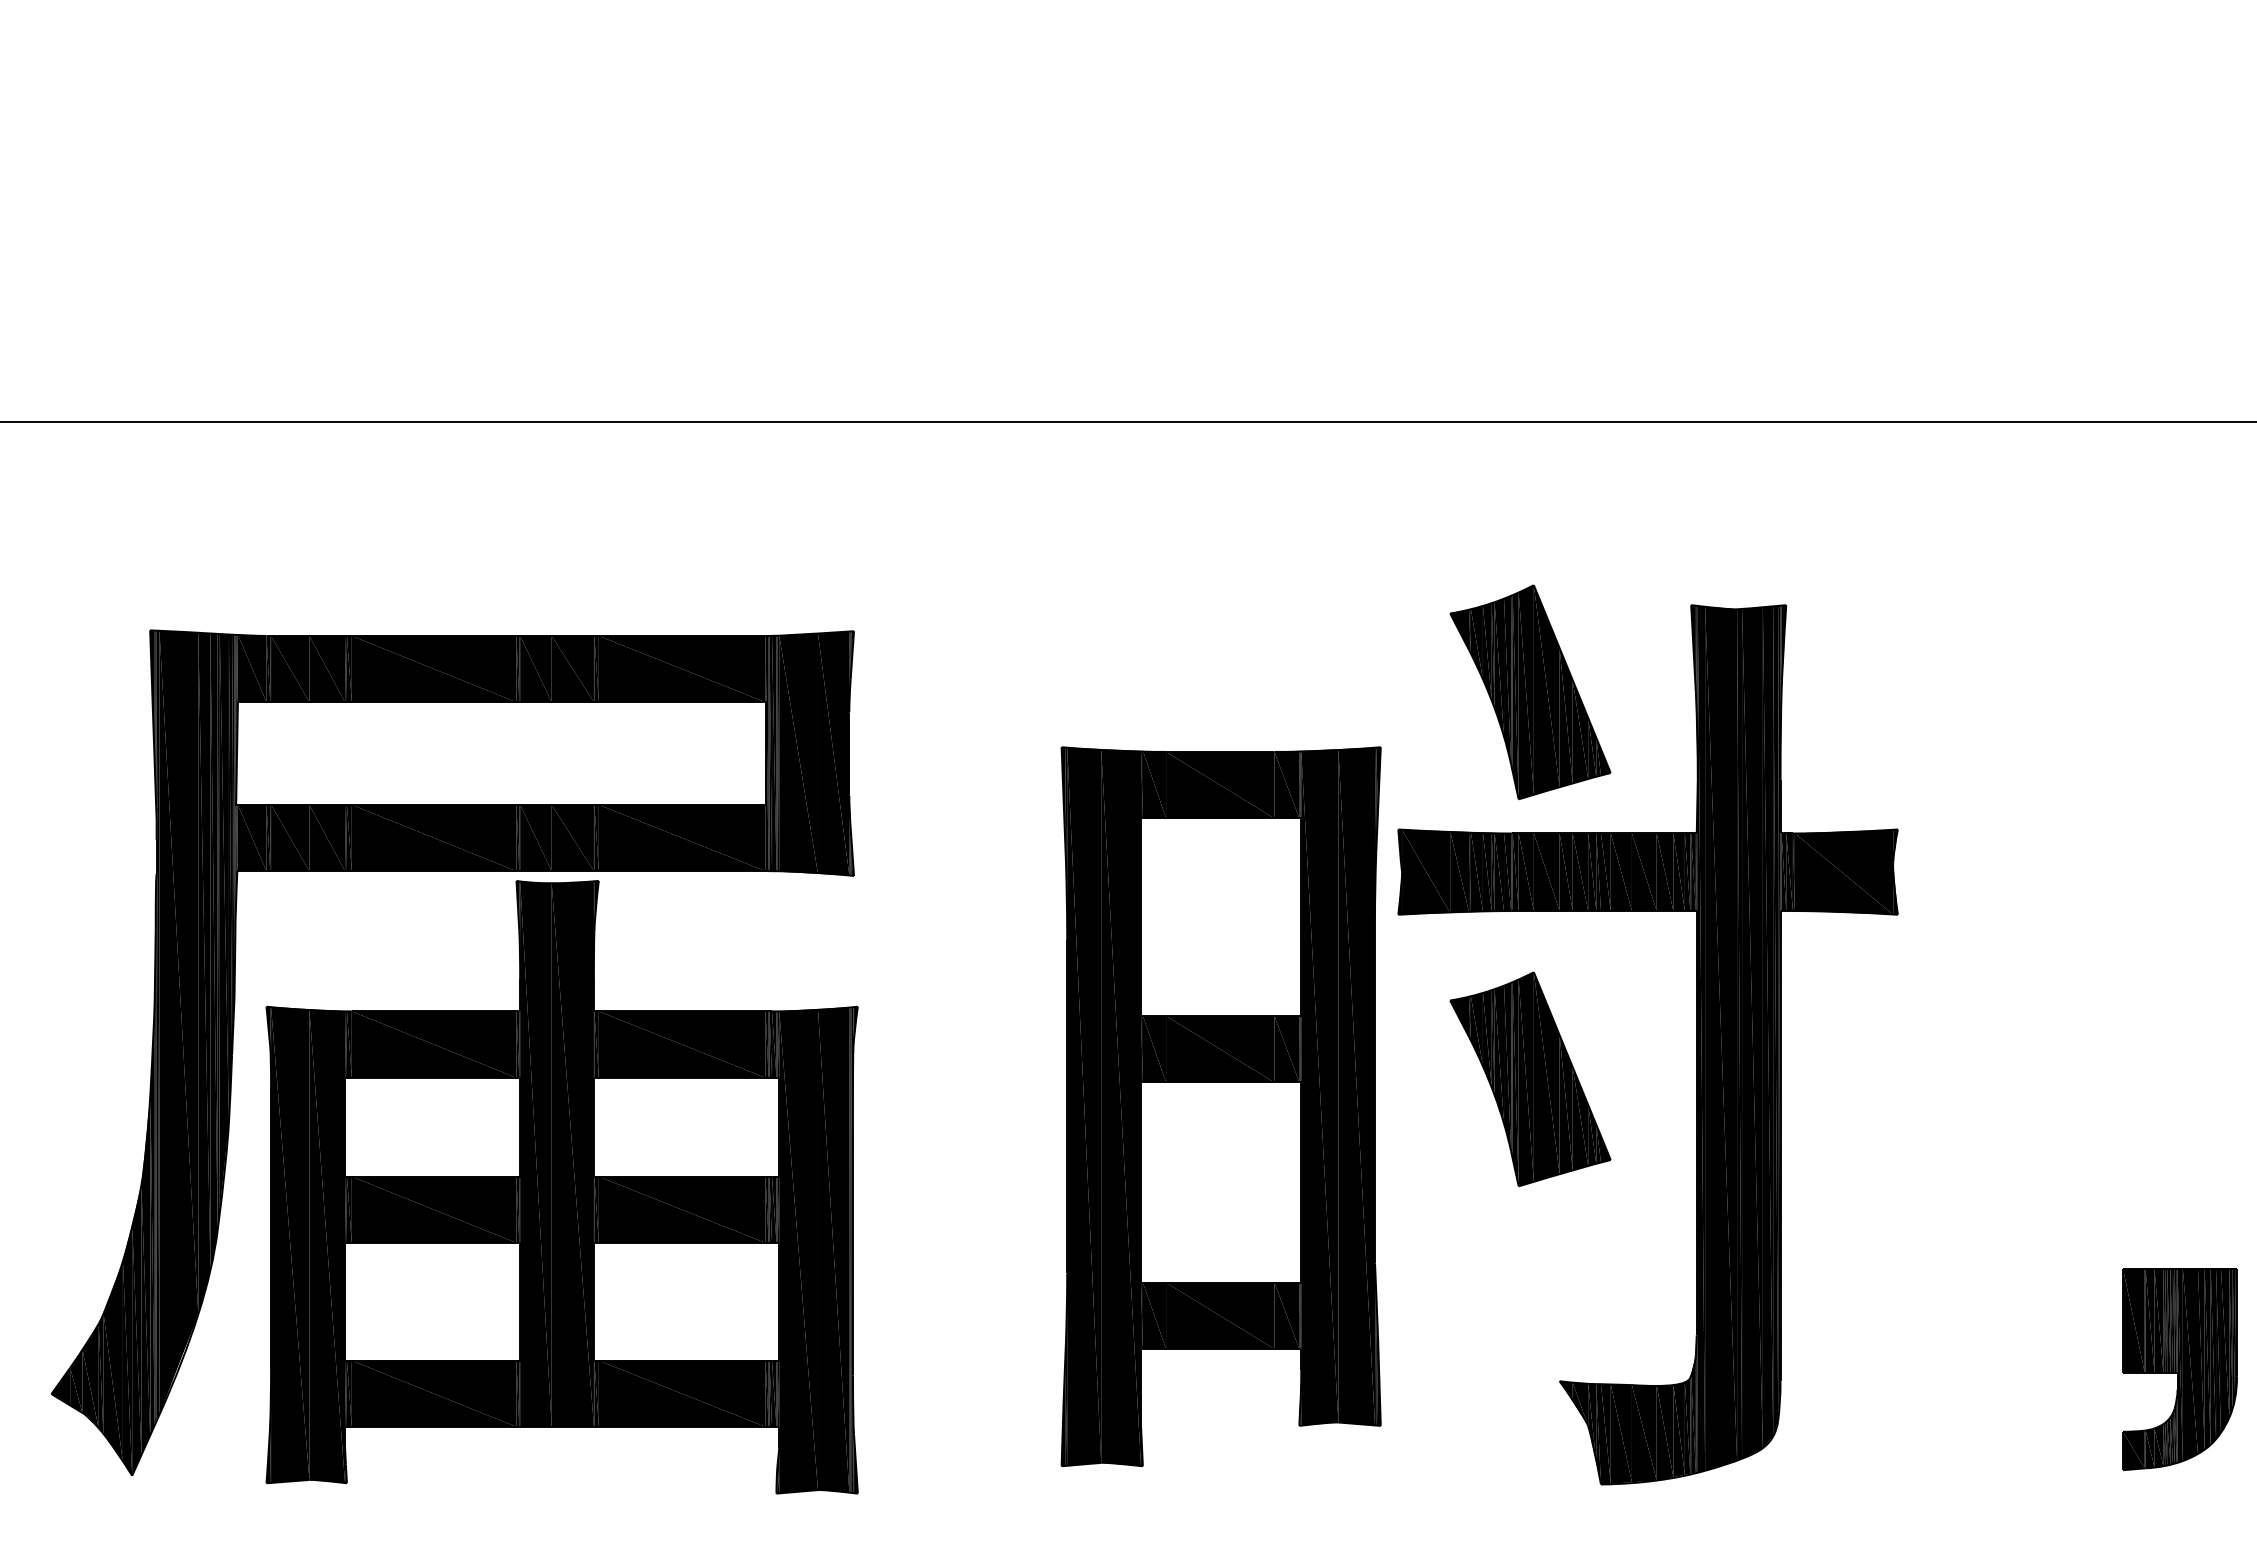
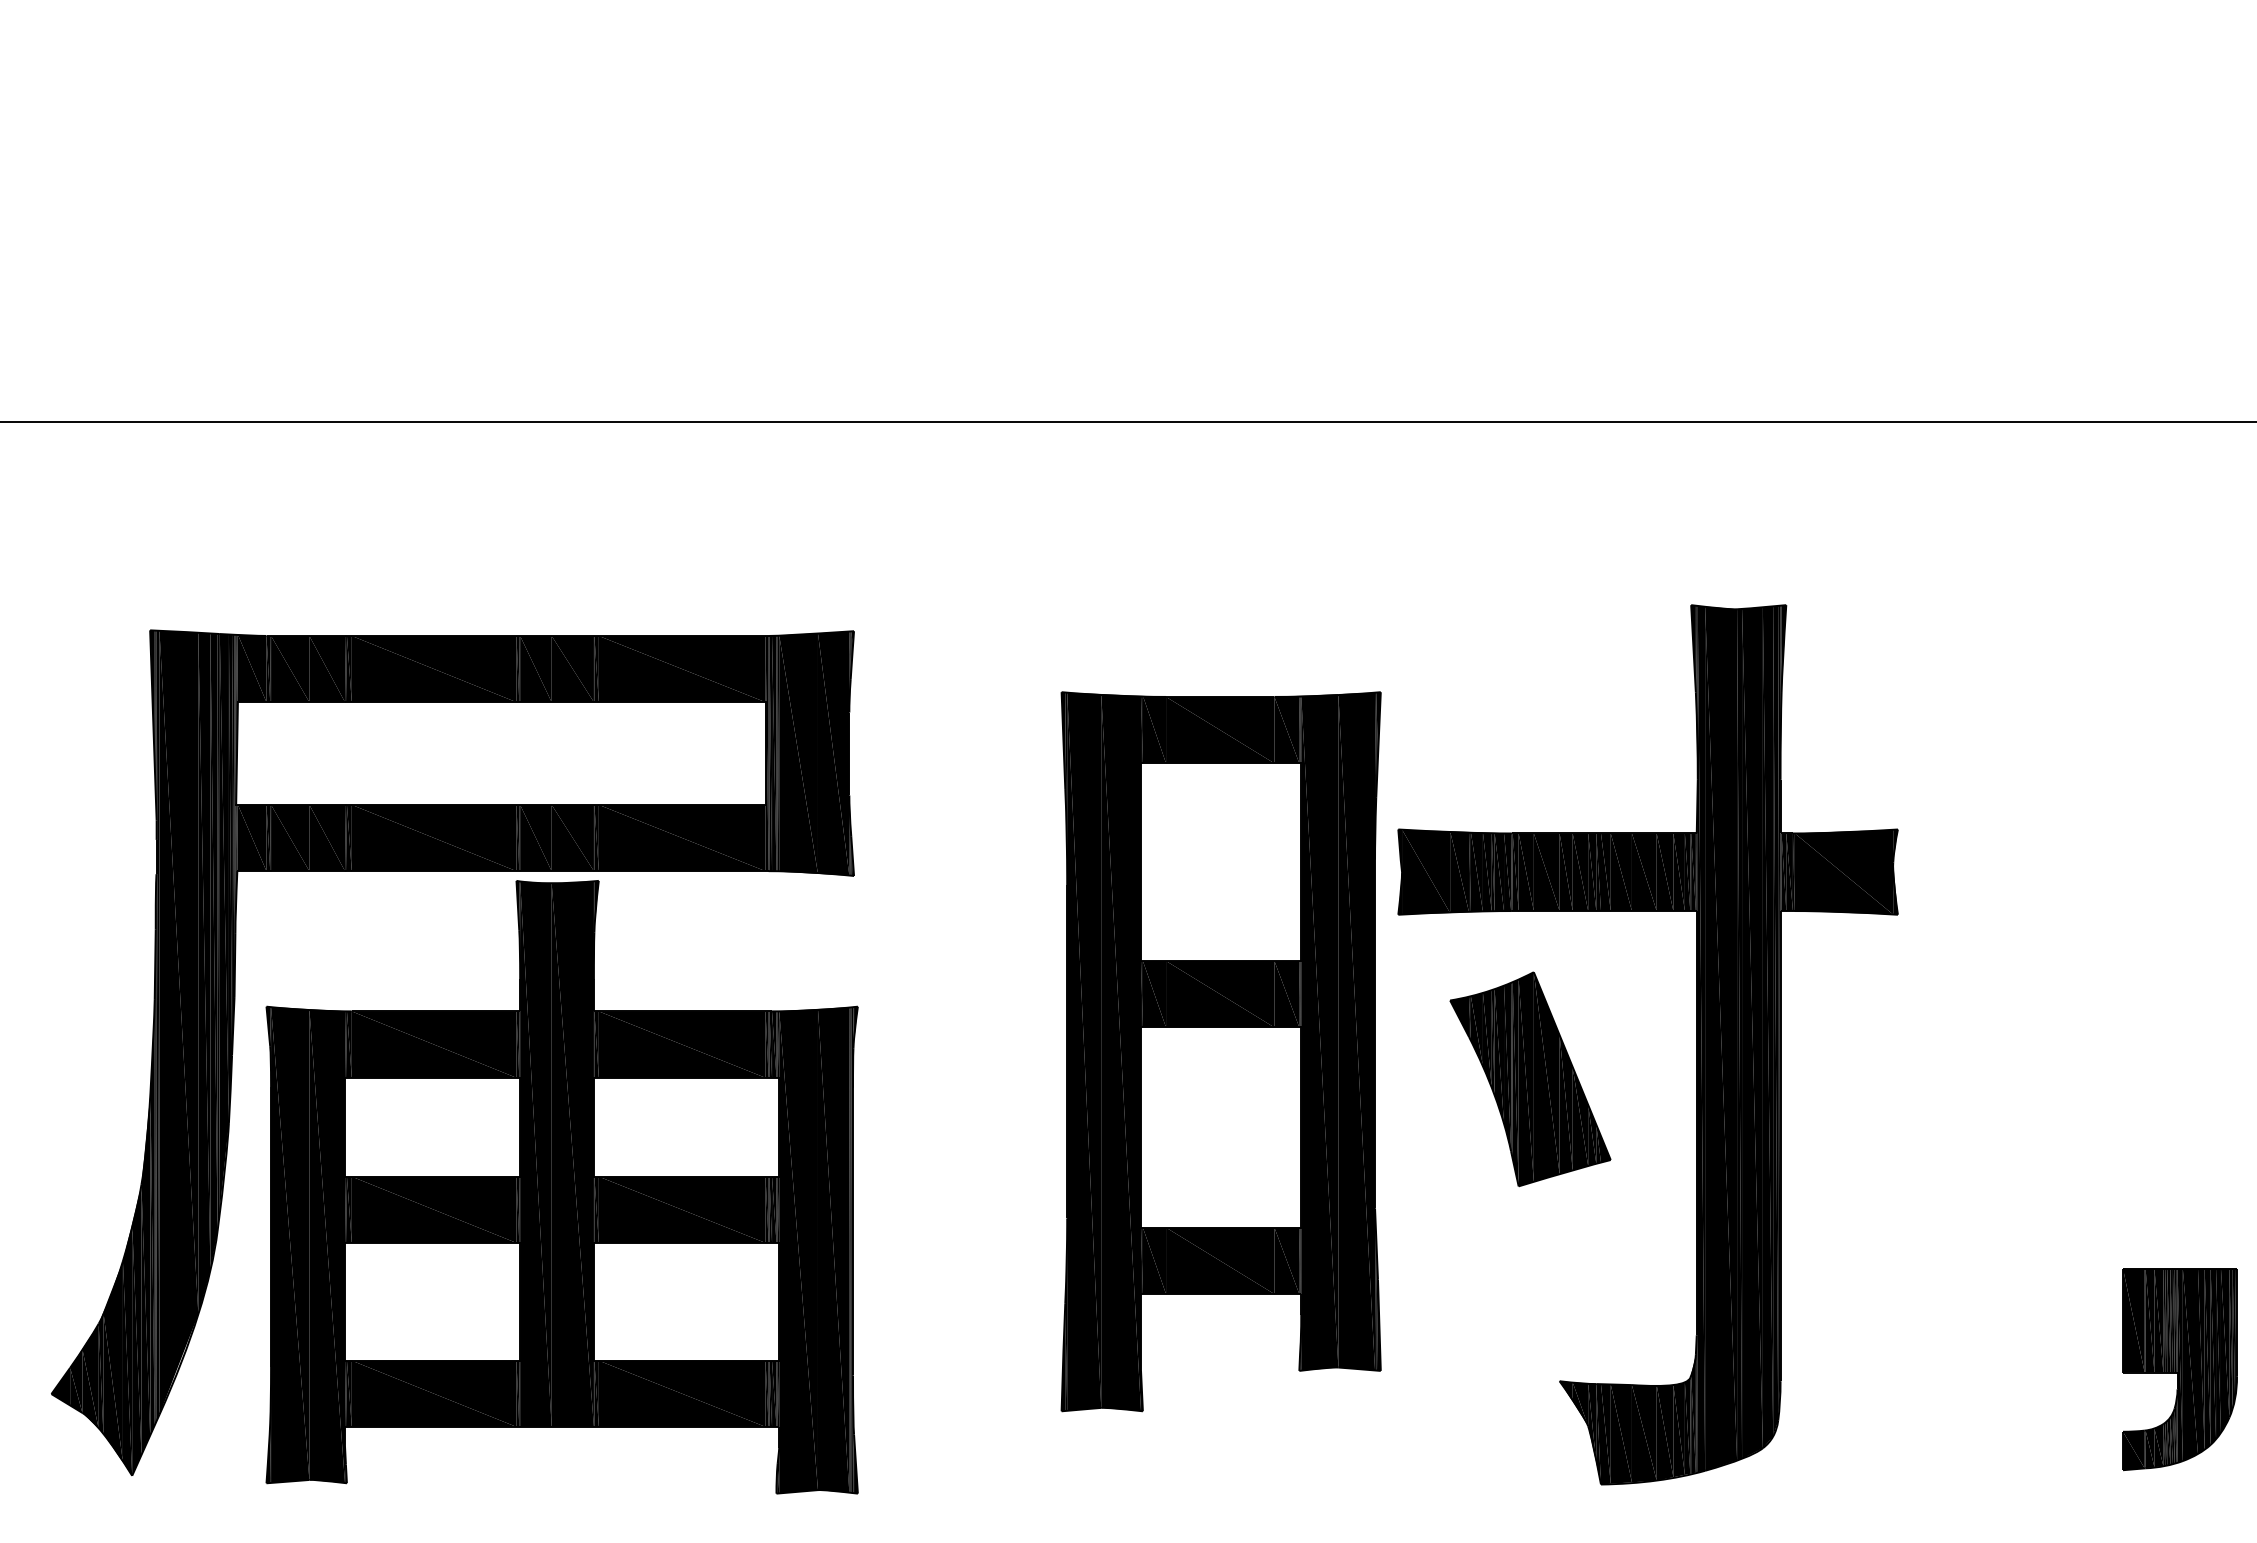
part at (1530, 692): present -> none
part at (1220, 1106) position: (1220, 1106) -> (1220, 1051)
